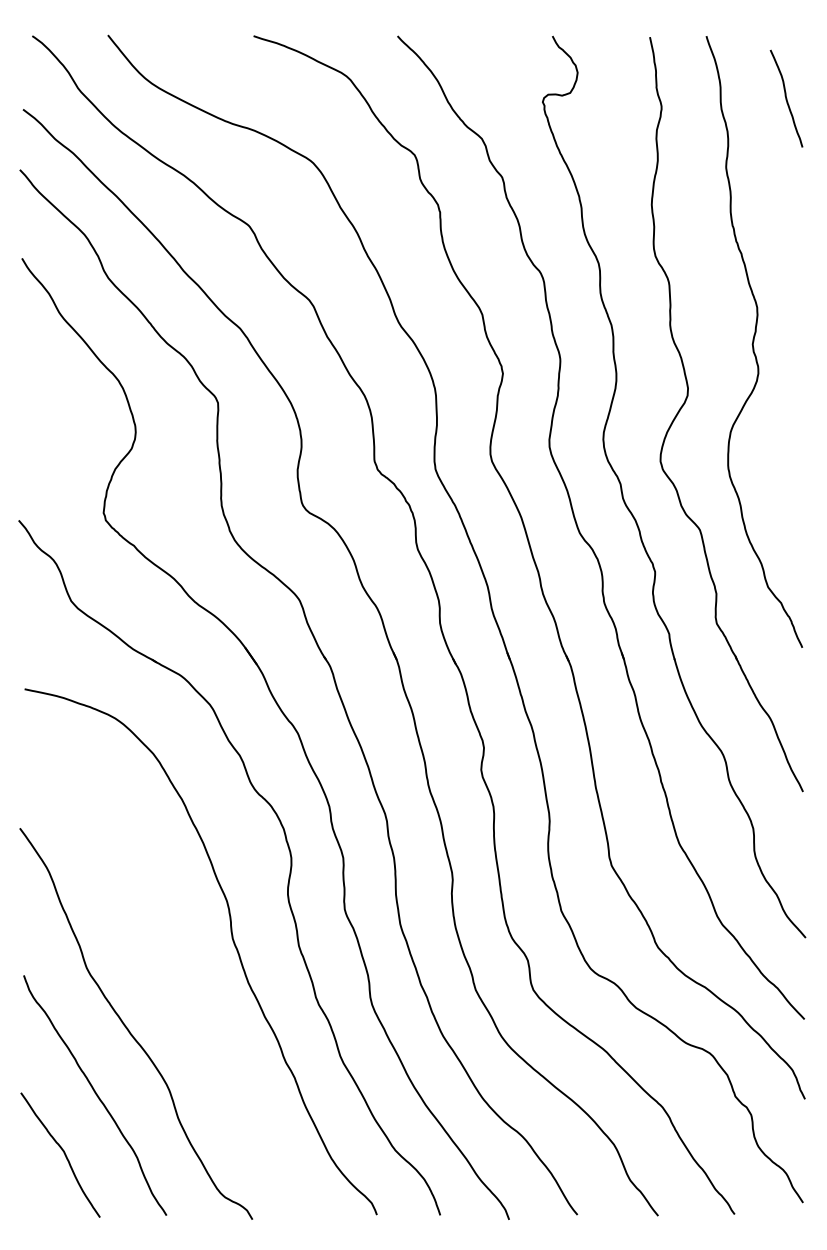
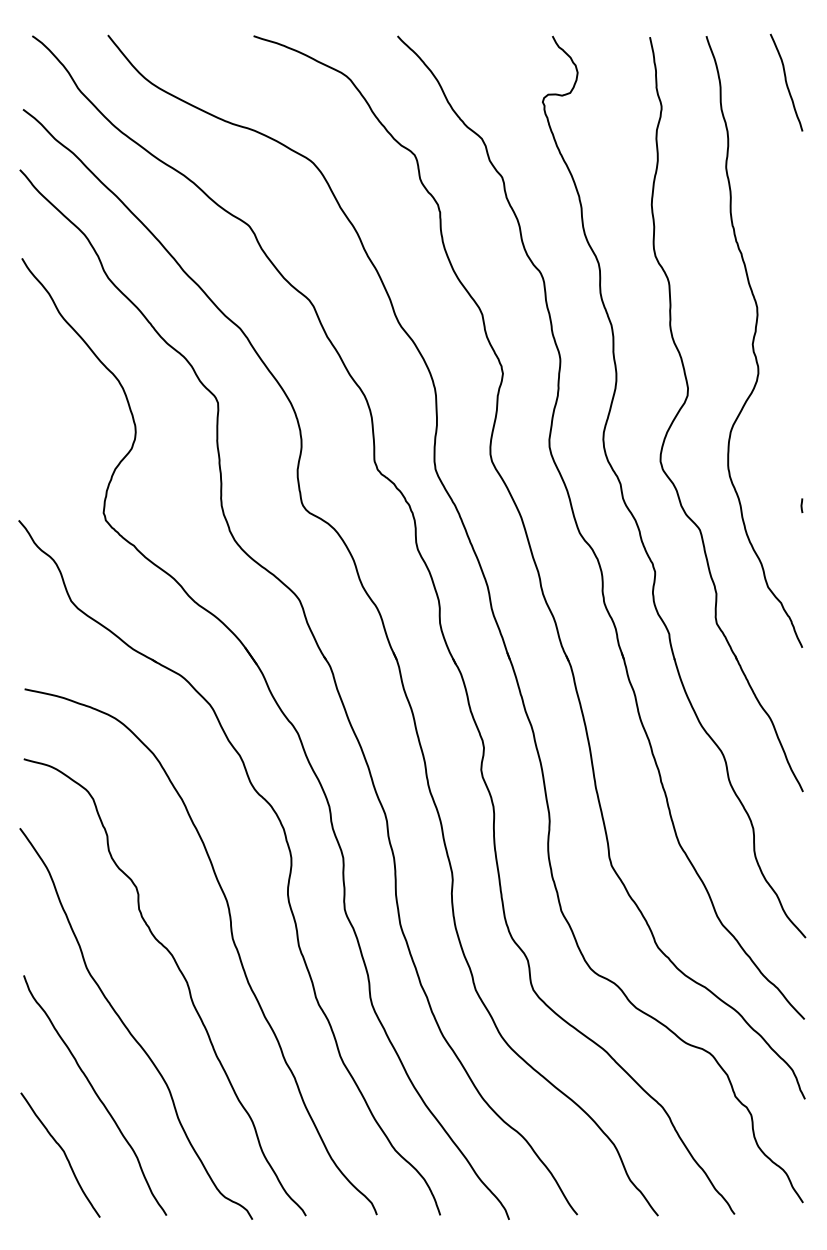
curve at (786, 98) position: (786, 98) -> (786, 82)
line at (801, 505): none -> present
curve at (183, 978): none -> present
